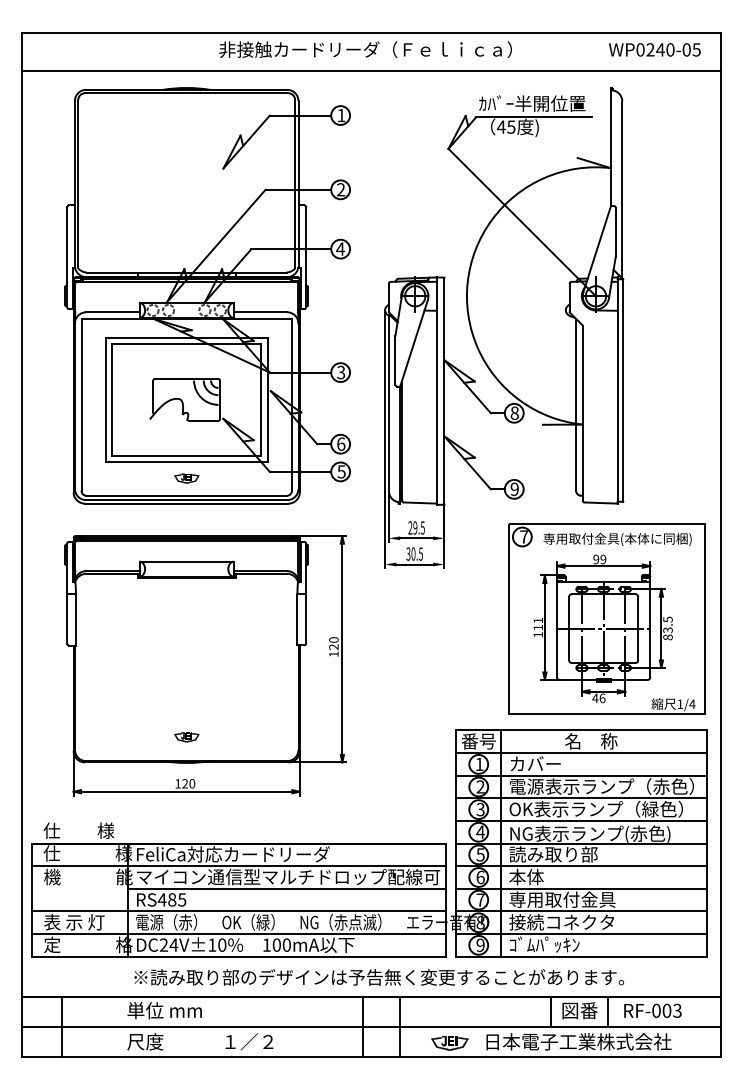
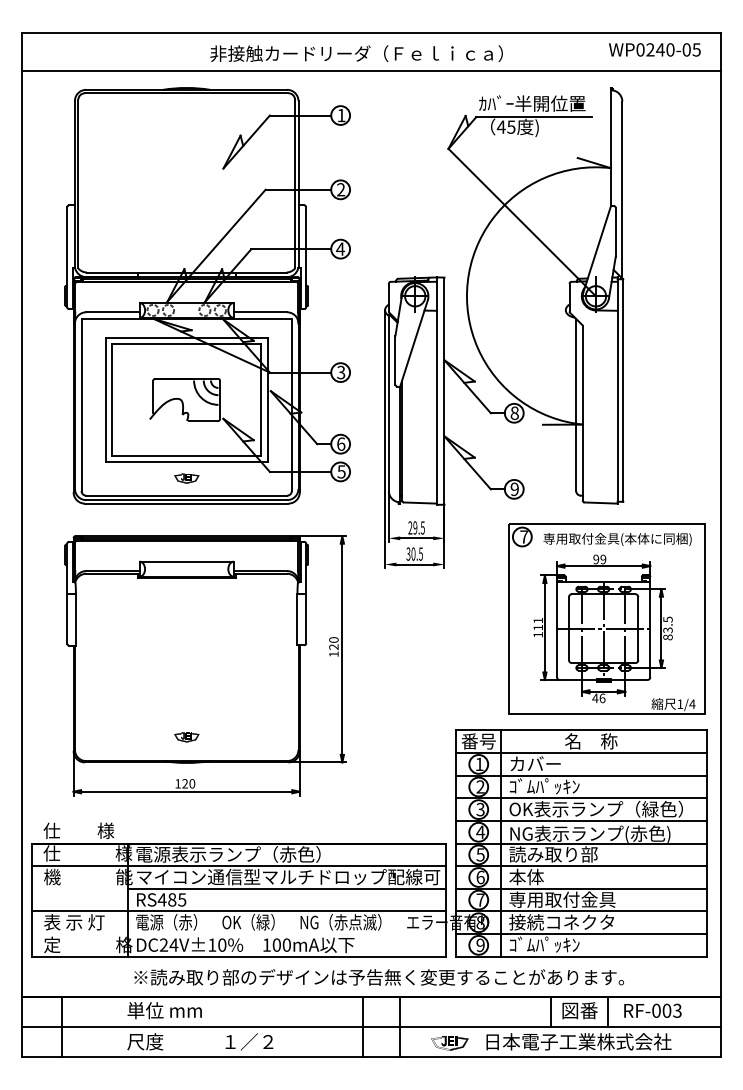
text at (365, 49) position: (365, 49) -> (356, 53)
text at (601, 786): 電源表示ランプ（赤色） -> ｺﾞﾑﾊﾟｯｷﾝ
text at (232, 854): FeliCa対応カードリーダ -> 電源表示ランプ（赤色）
line at (239, 934): present -> none
fill at (440, 1043): present -> none
